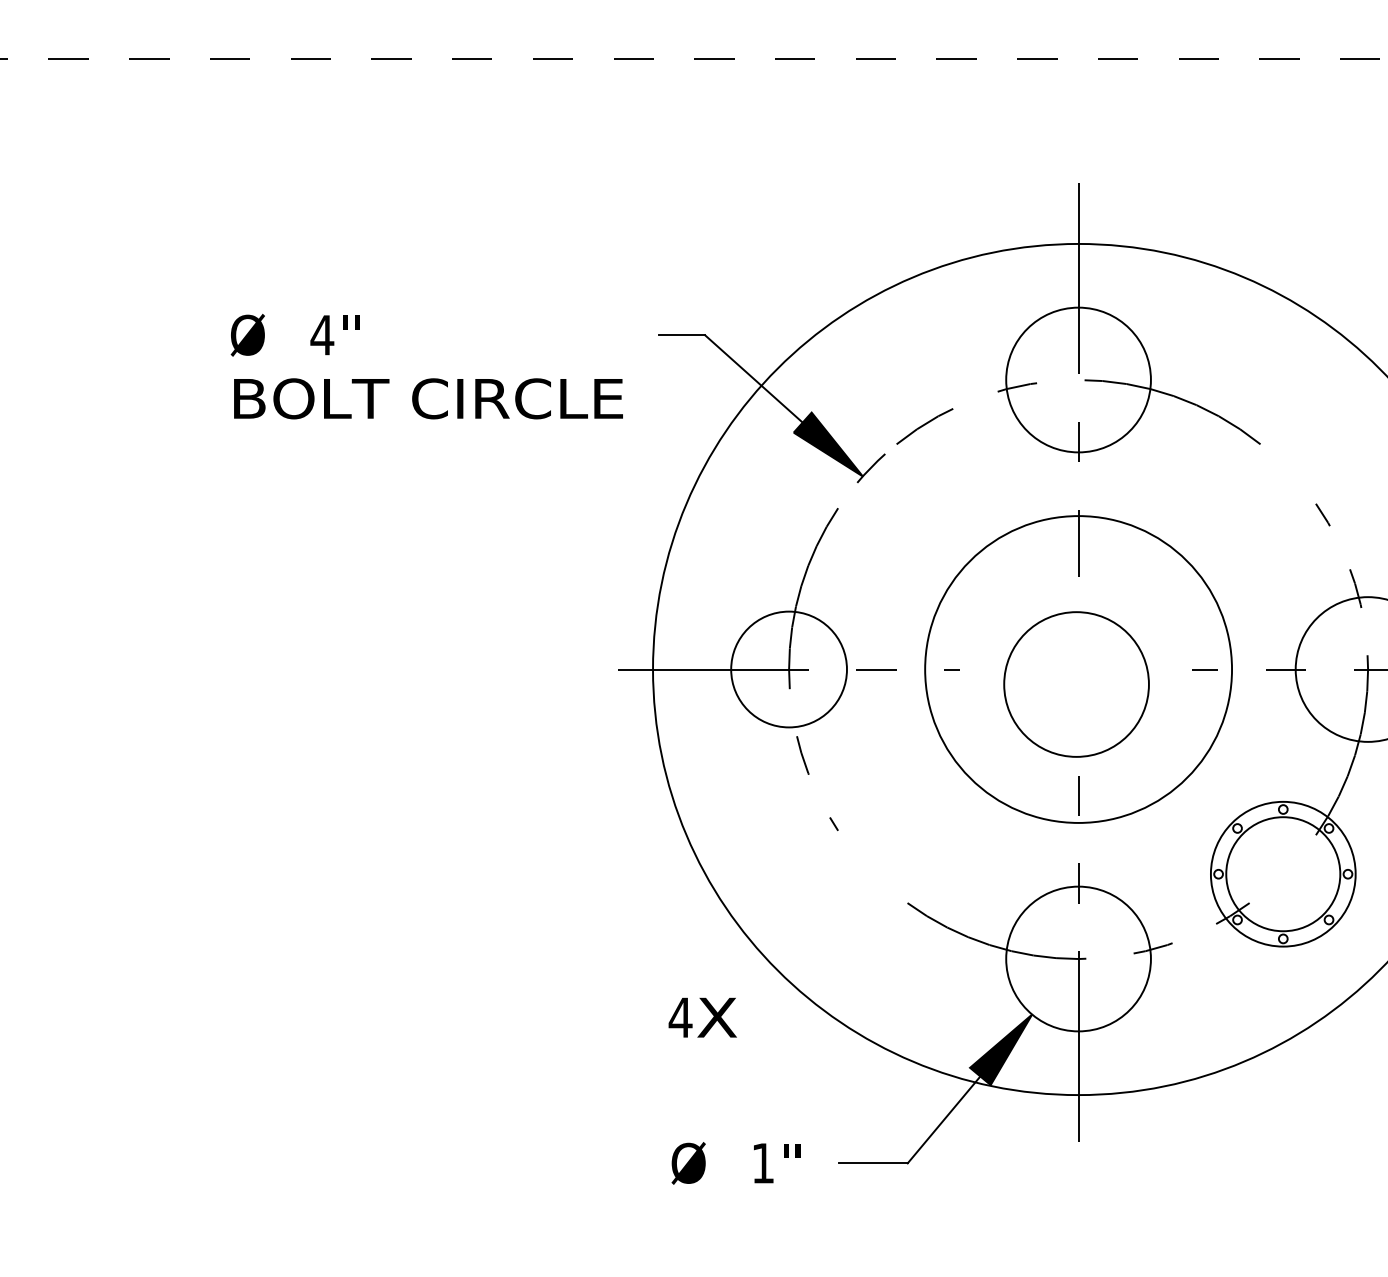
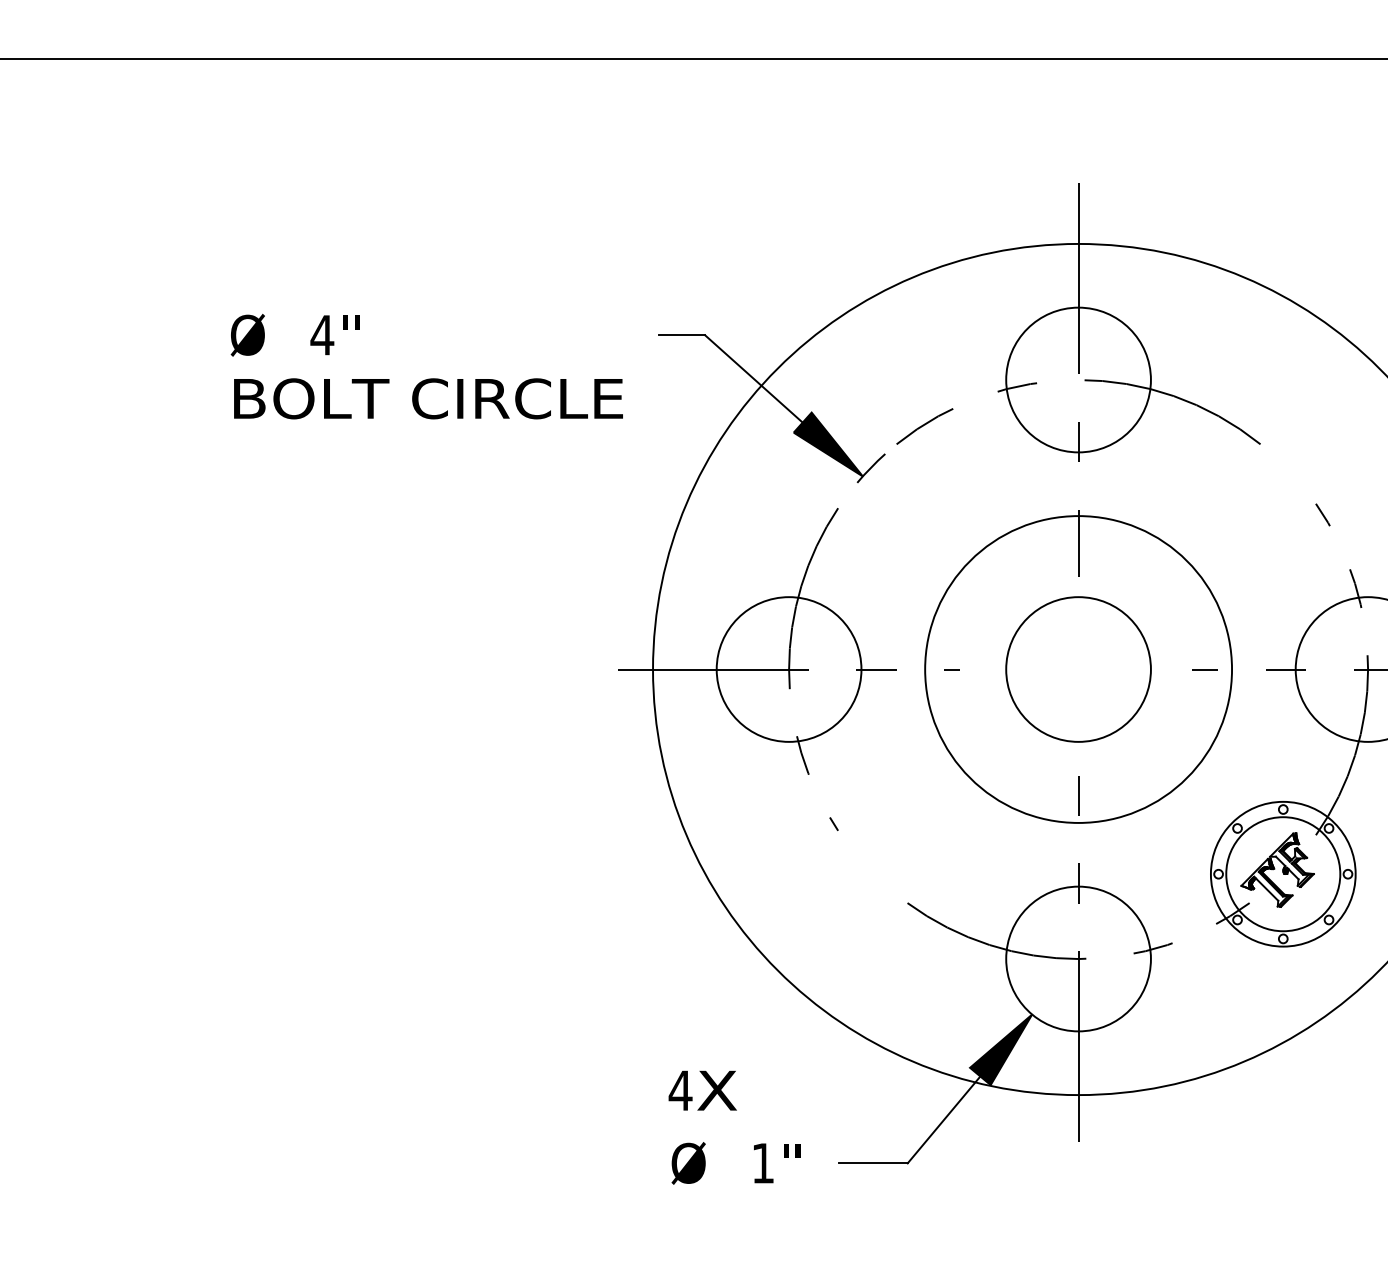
line at (694, 59): dashed -> solid
circle at (788, 669) diameter: 116 px -> 145 px
circle at (1076, 684) position: (1076, 684) -> (1078, 669)
part at (1277, 869): none -> present
text at (702, 1017) position: (702, 1017) -> (702, 1090)
